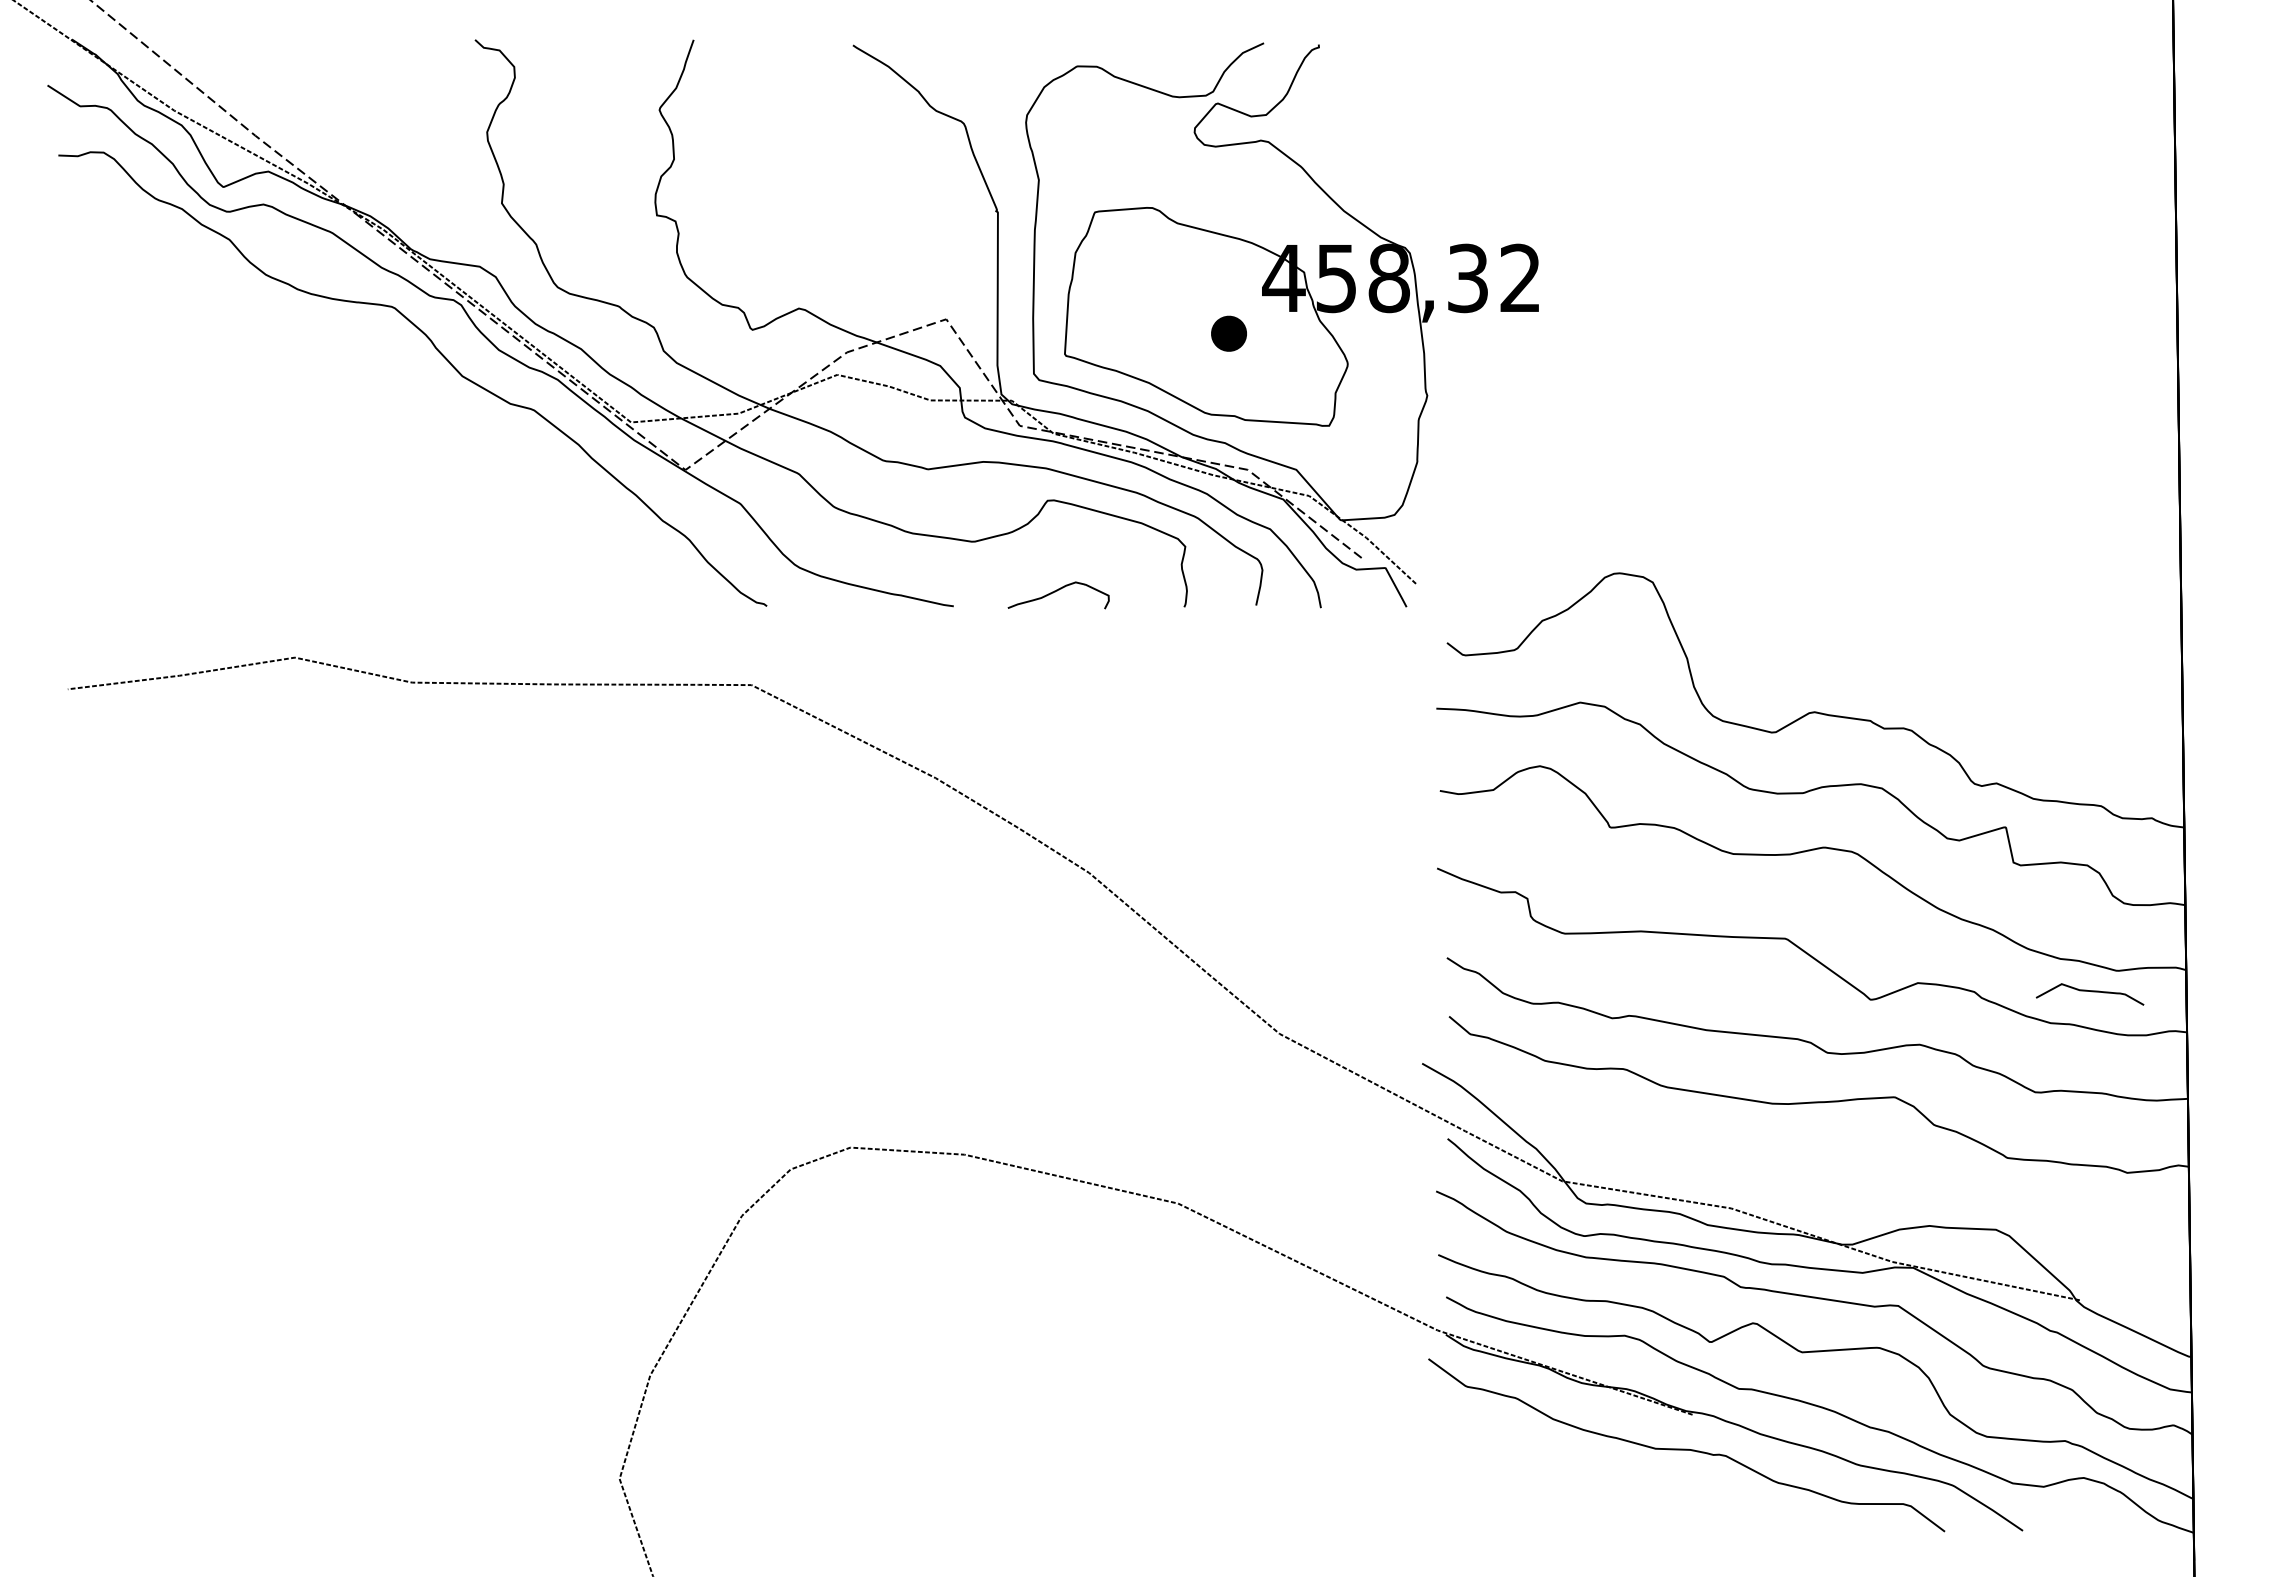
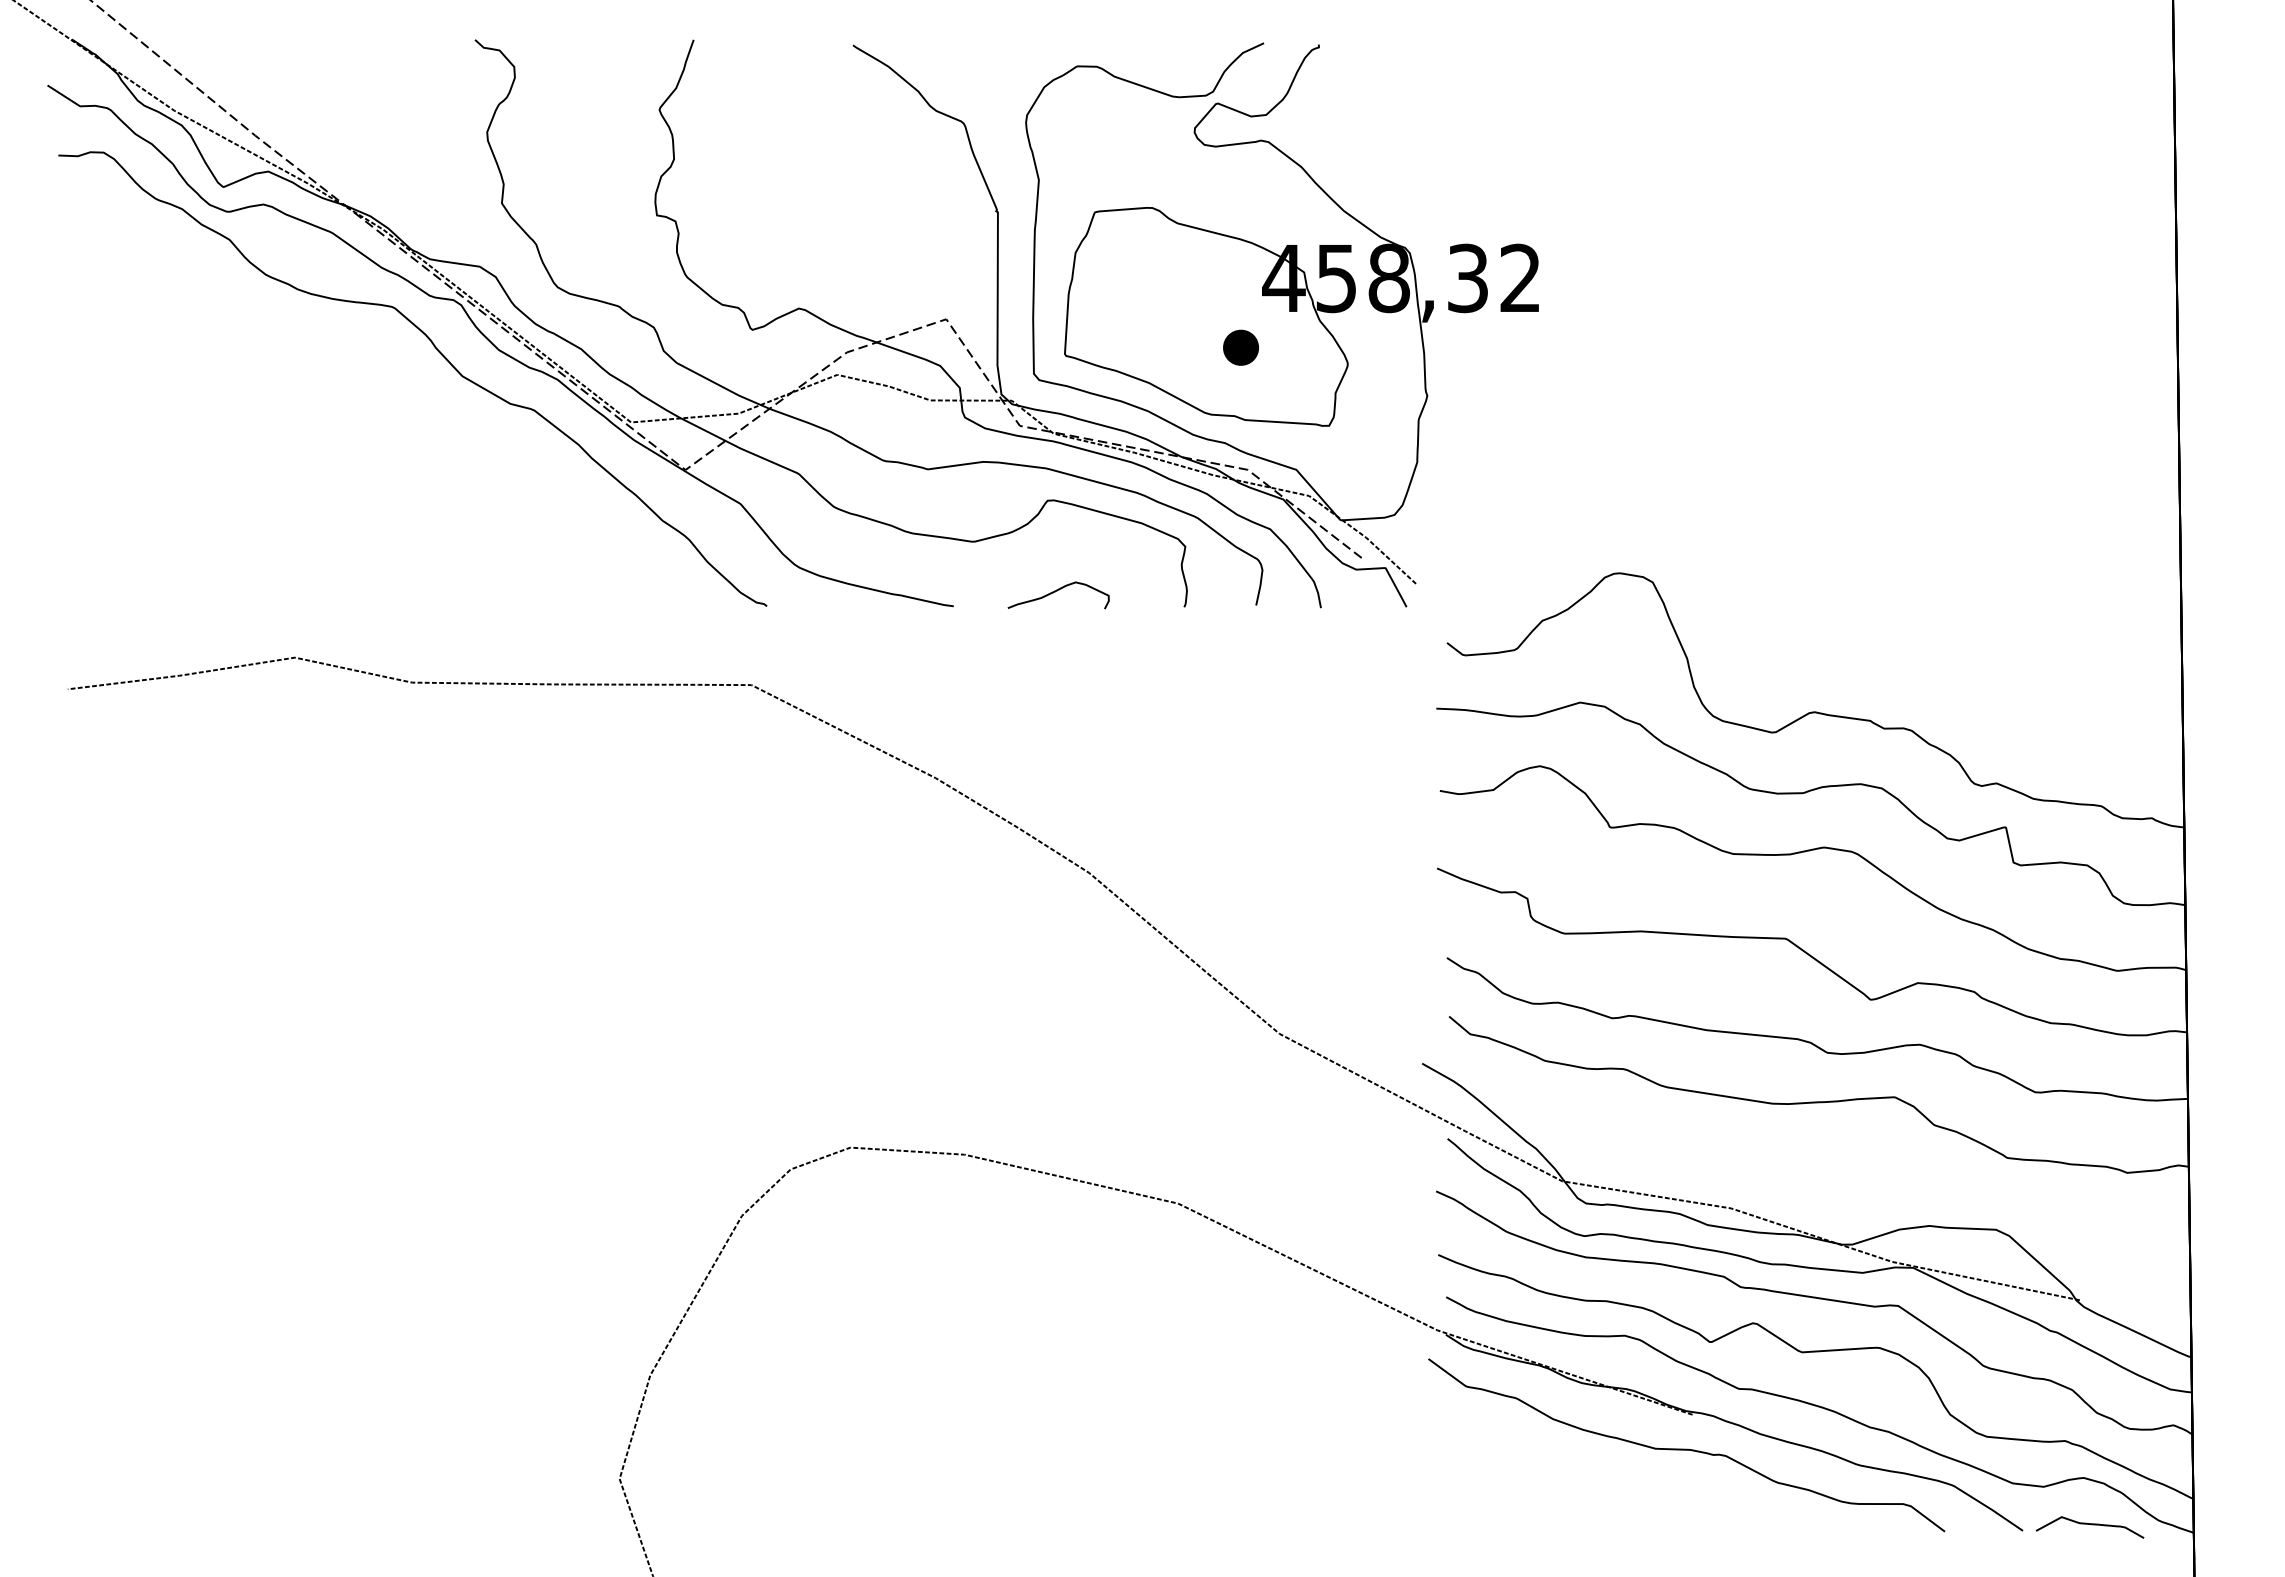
part at (1228, 333) position: (1228, 333) -> (1240, 347)
curve at (2091, 992) position: (2091, 992) -> (2091, 1525)
